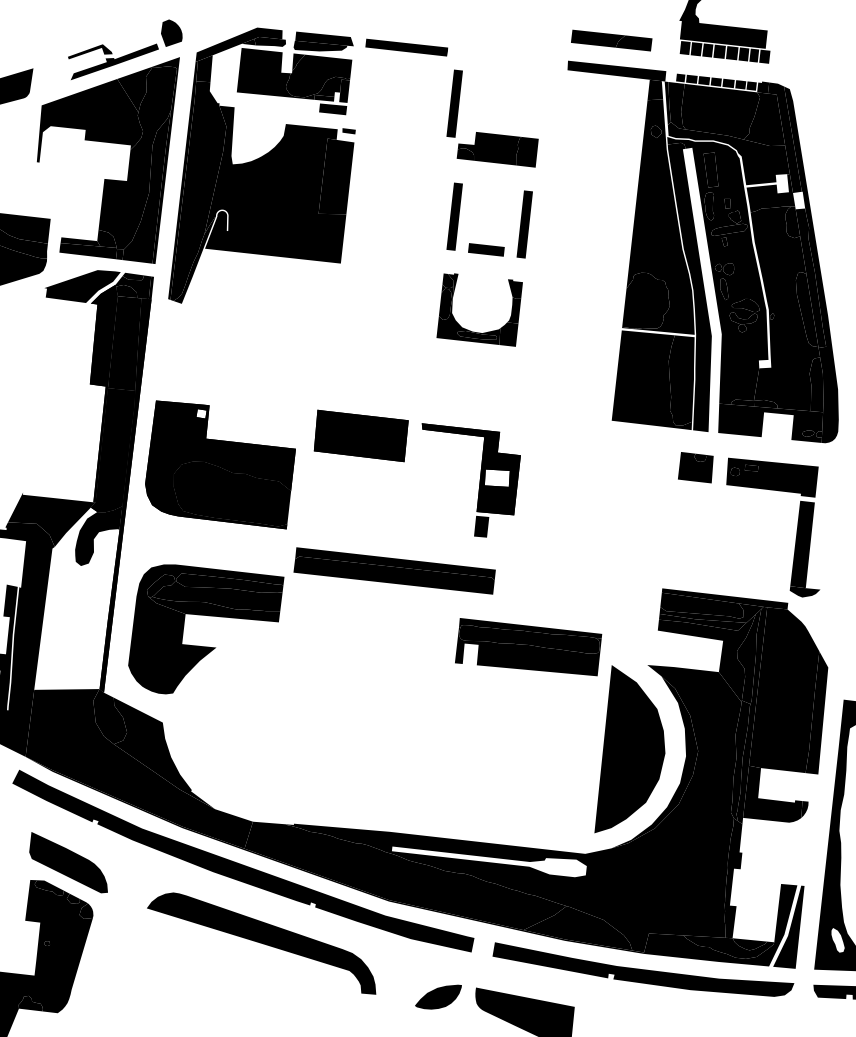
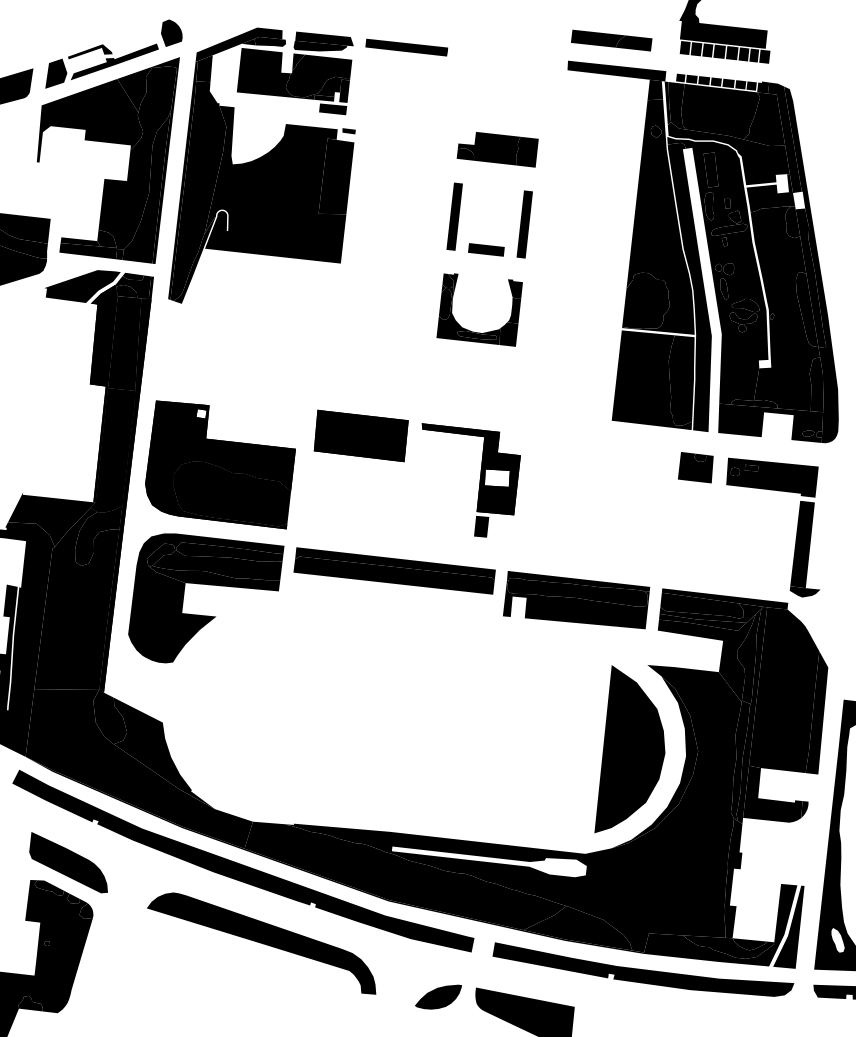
fill at (56, 73): none -> present
part at (454, 103): present -> none
fill at (76, 598): none -> present
part at (208, 616) position: (208, 616) -> (208, 585)
part at (528, 647) position: (528, 647) -> (576, 600)
